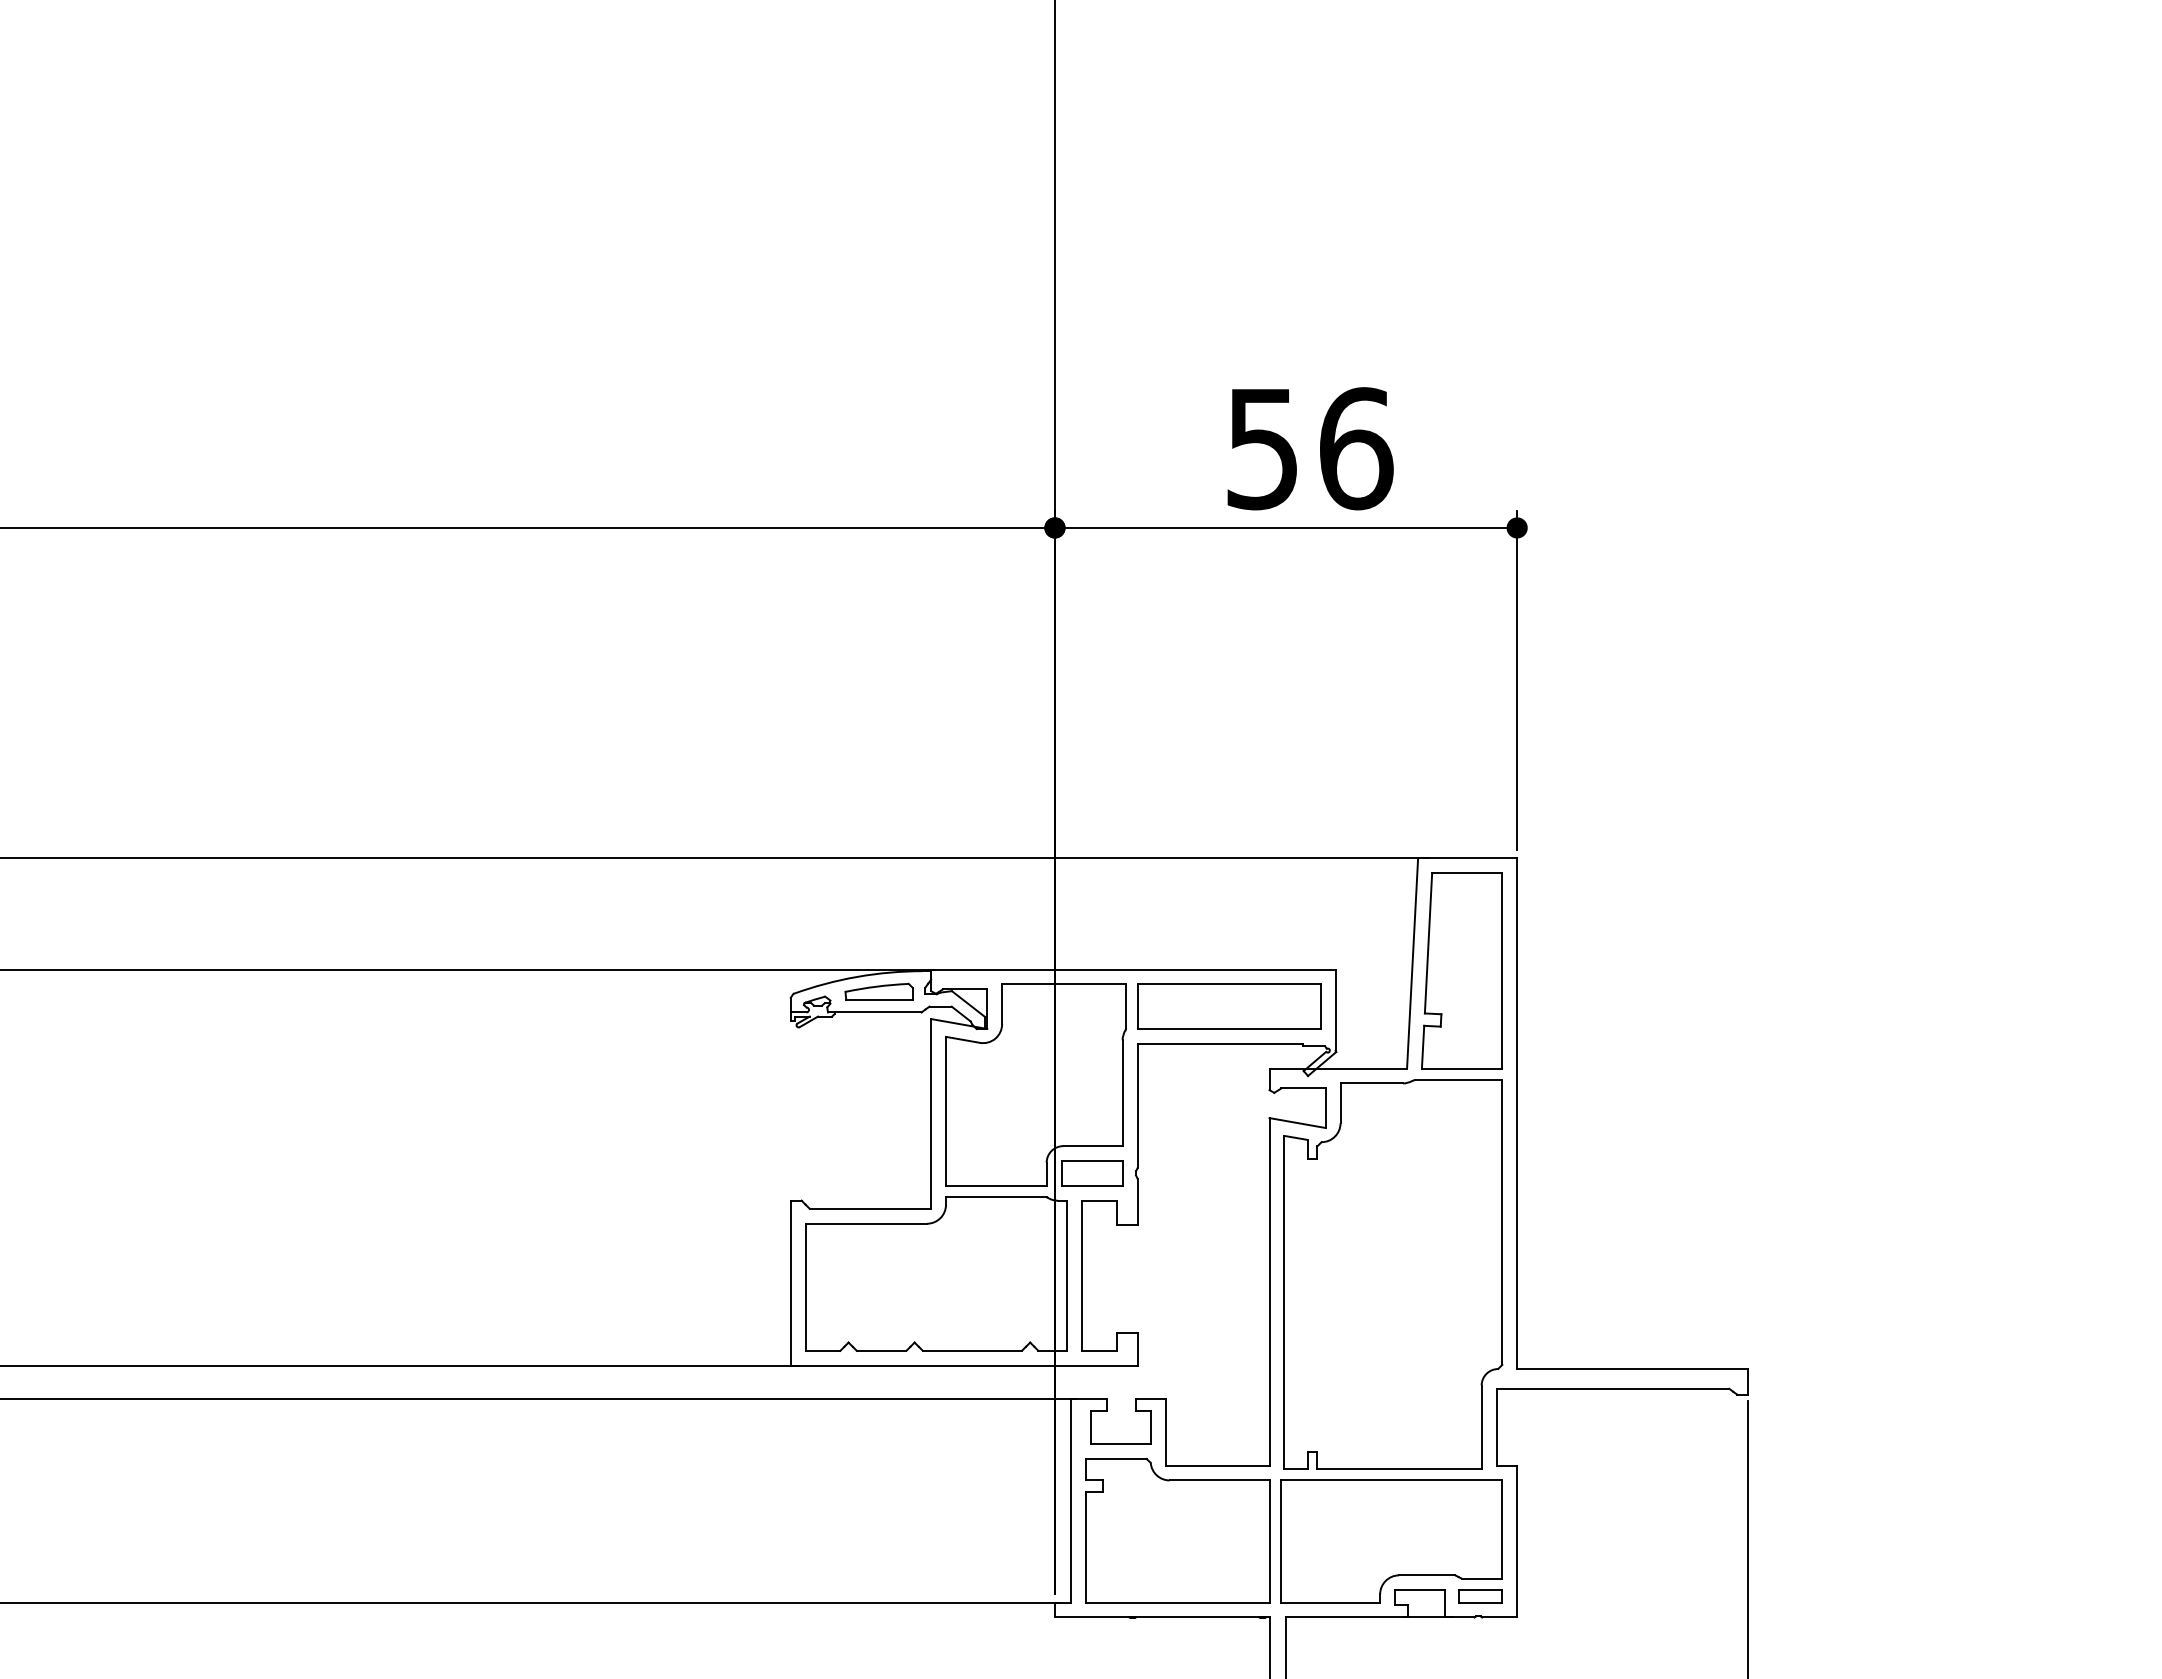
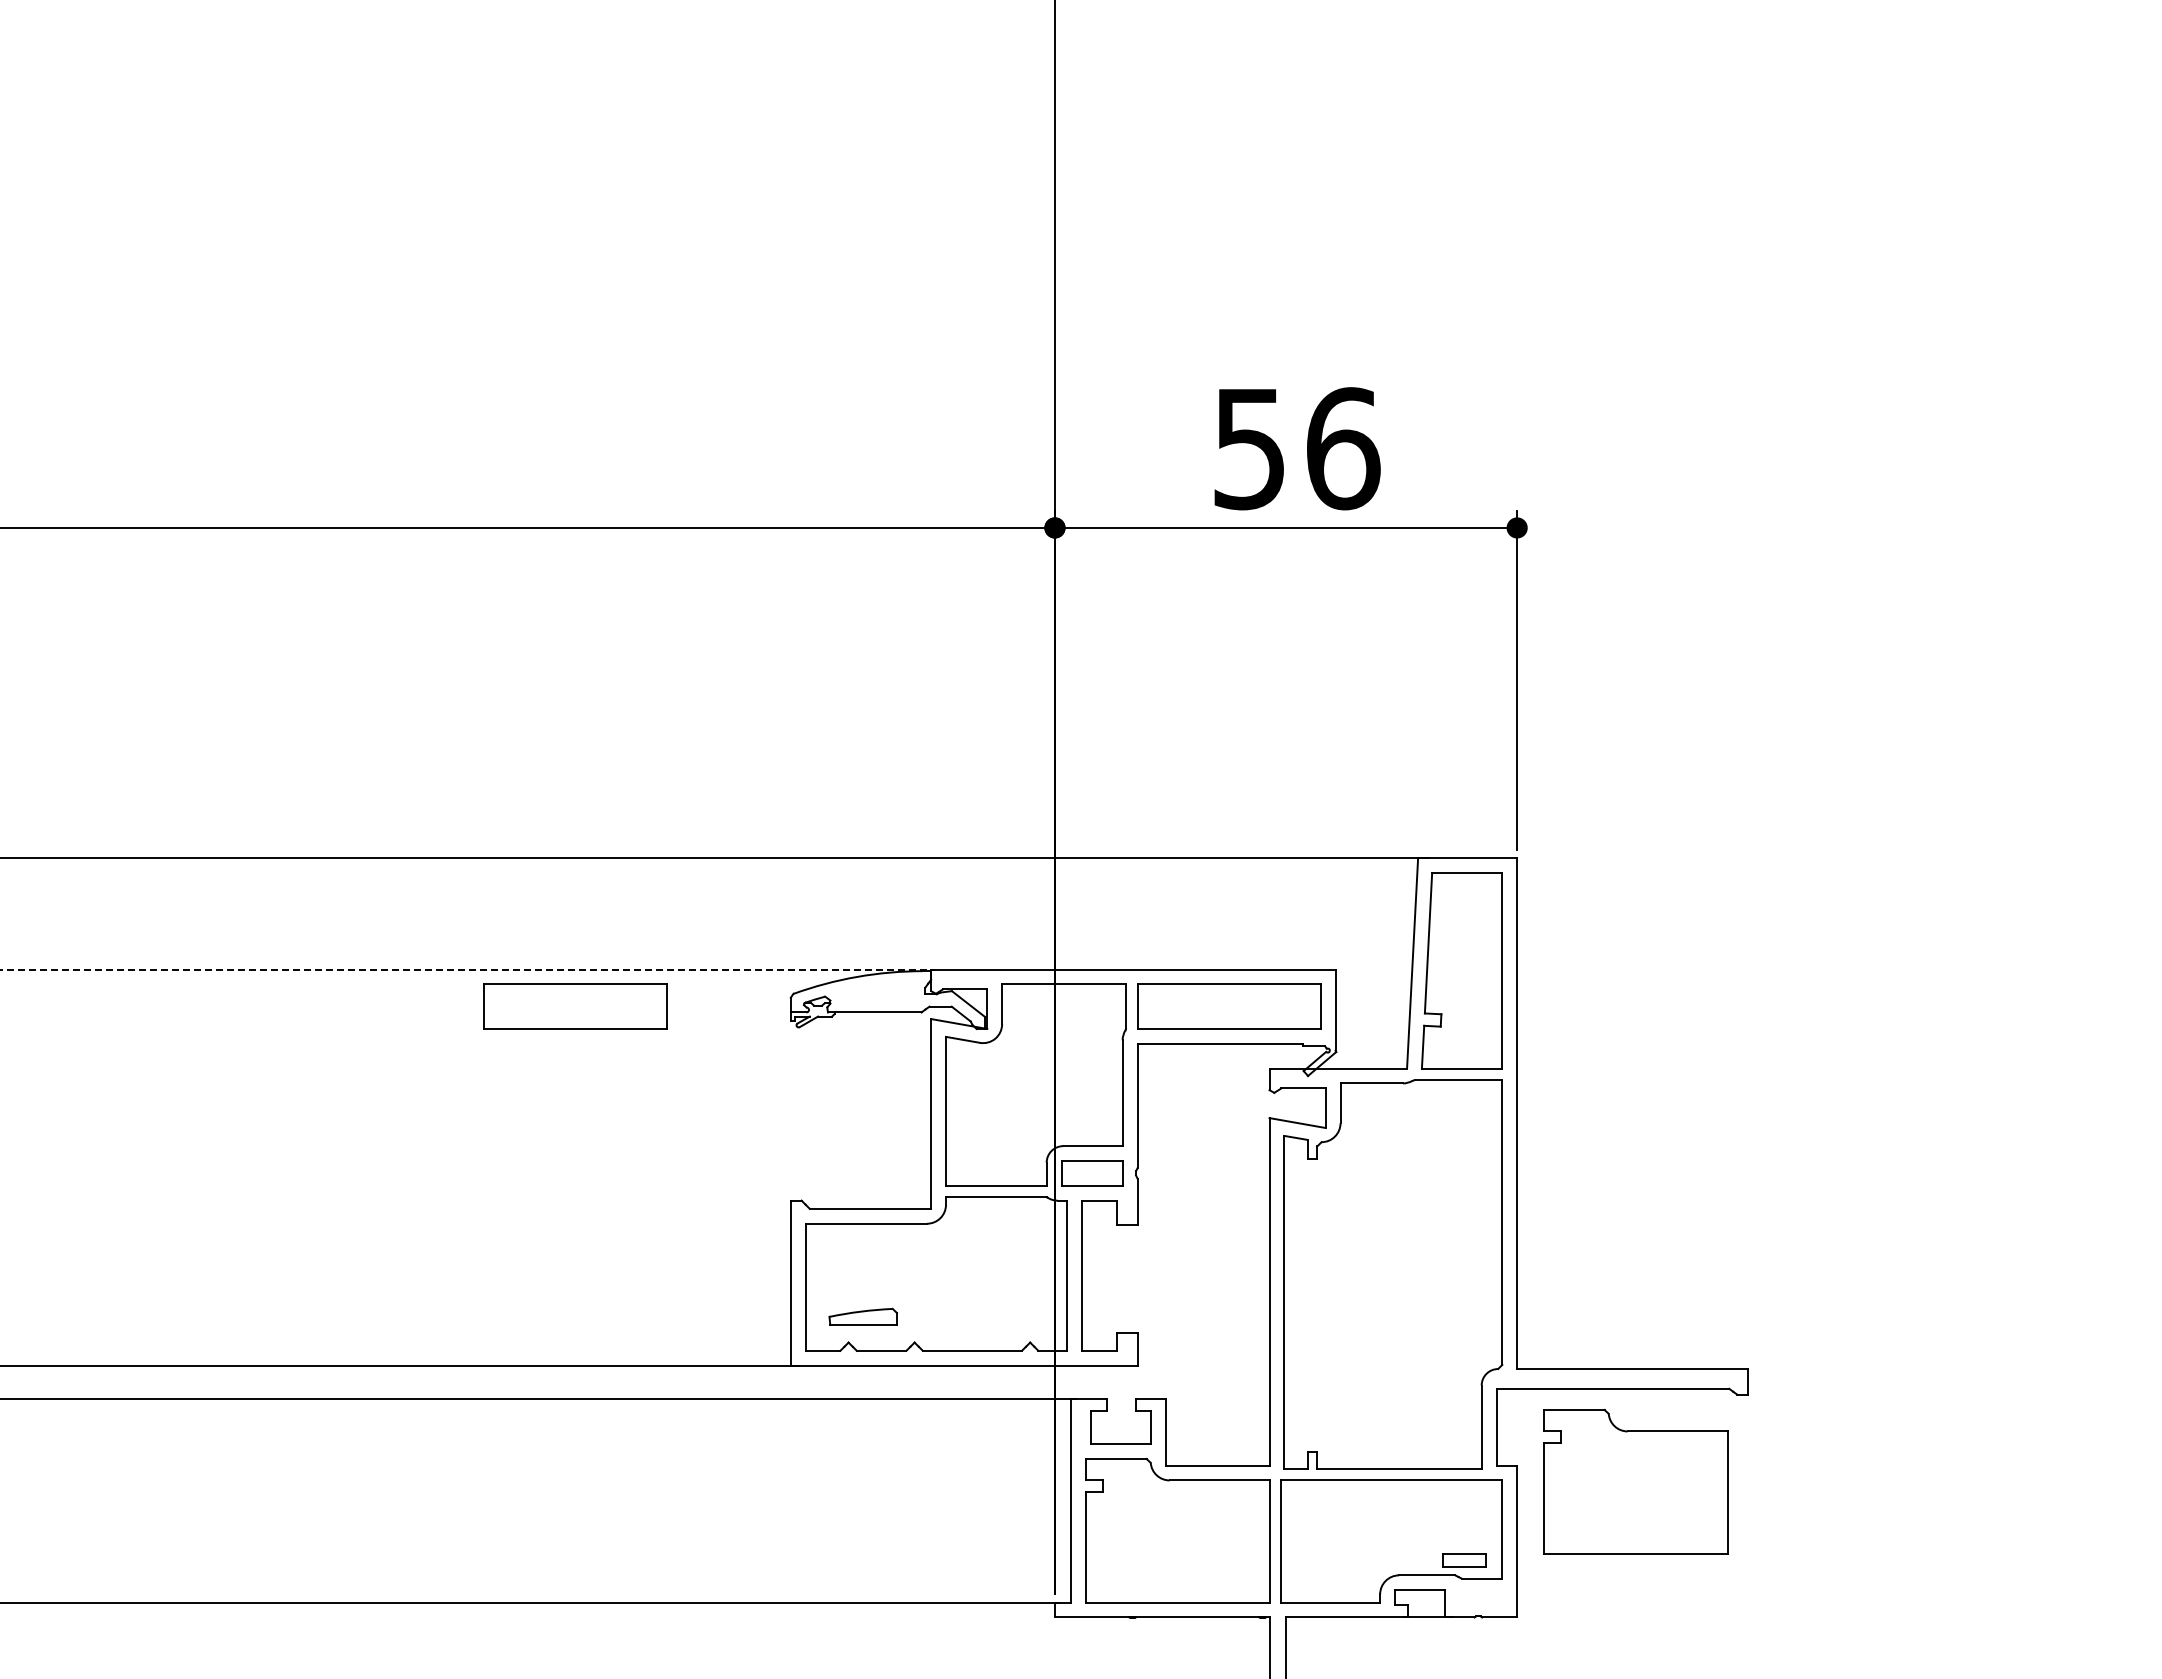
text at (1310, 448) position: (1310, 448) -> (1297, 448)
line at (468, 969): solid -> dashed
part at (878, 991) position: (878, 991) -> (862, 1316)
part at (575, 1006): none -> present
part at (1635, 1481): none -> present
line at (1748, 1537): present -> none
part at (1480, 1596) position: (1480, 1596) -> (1464, 1560)
